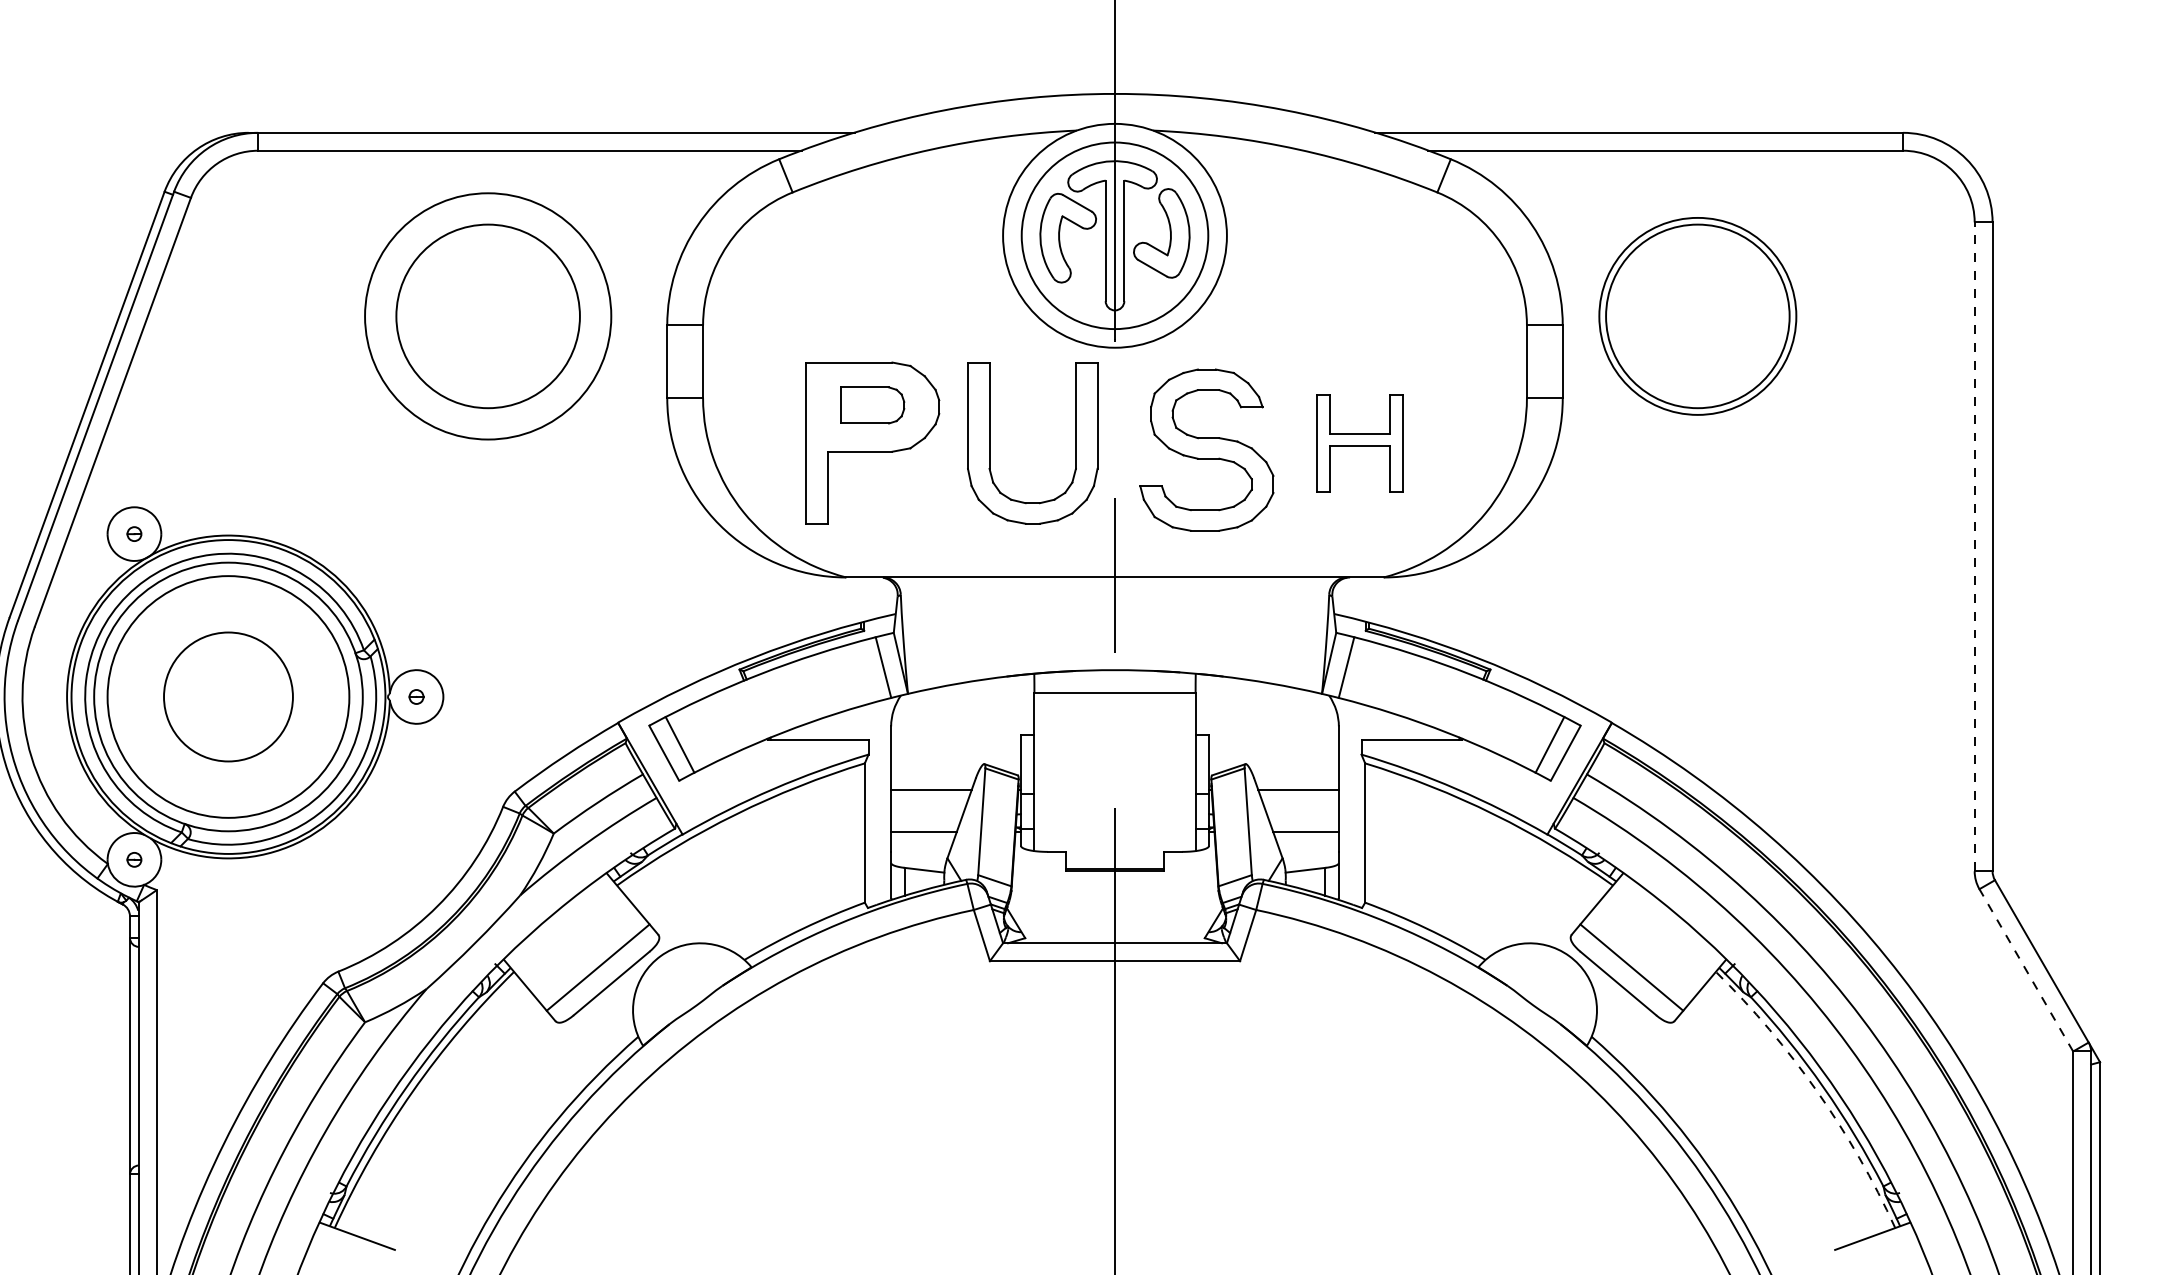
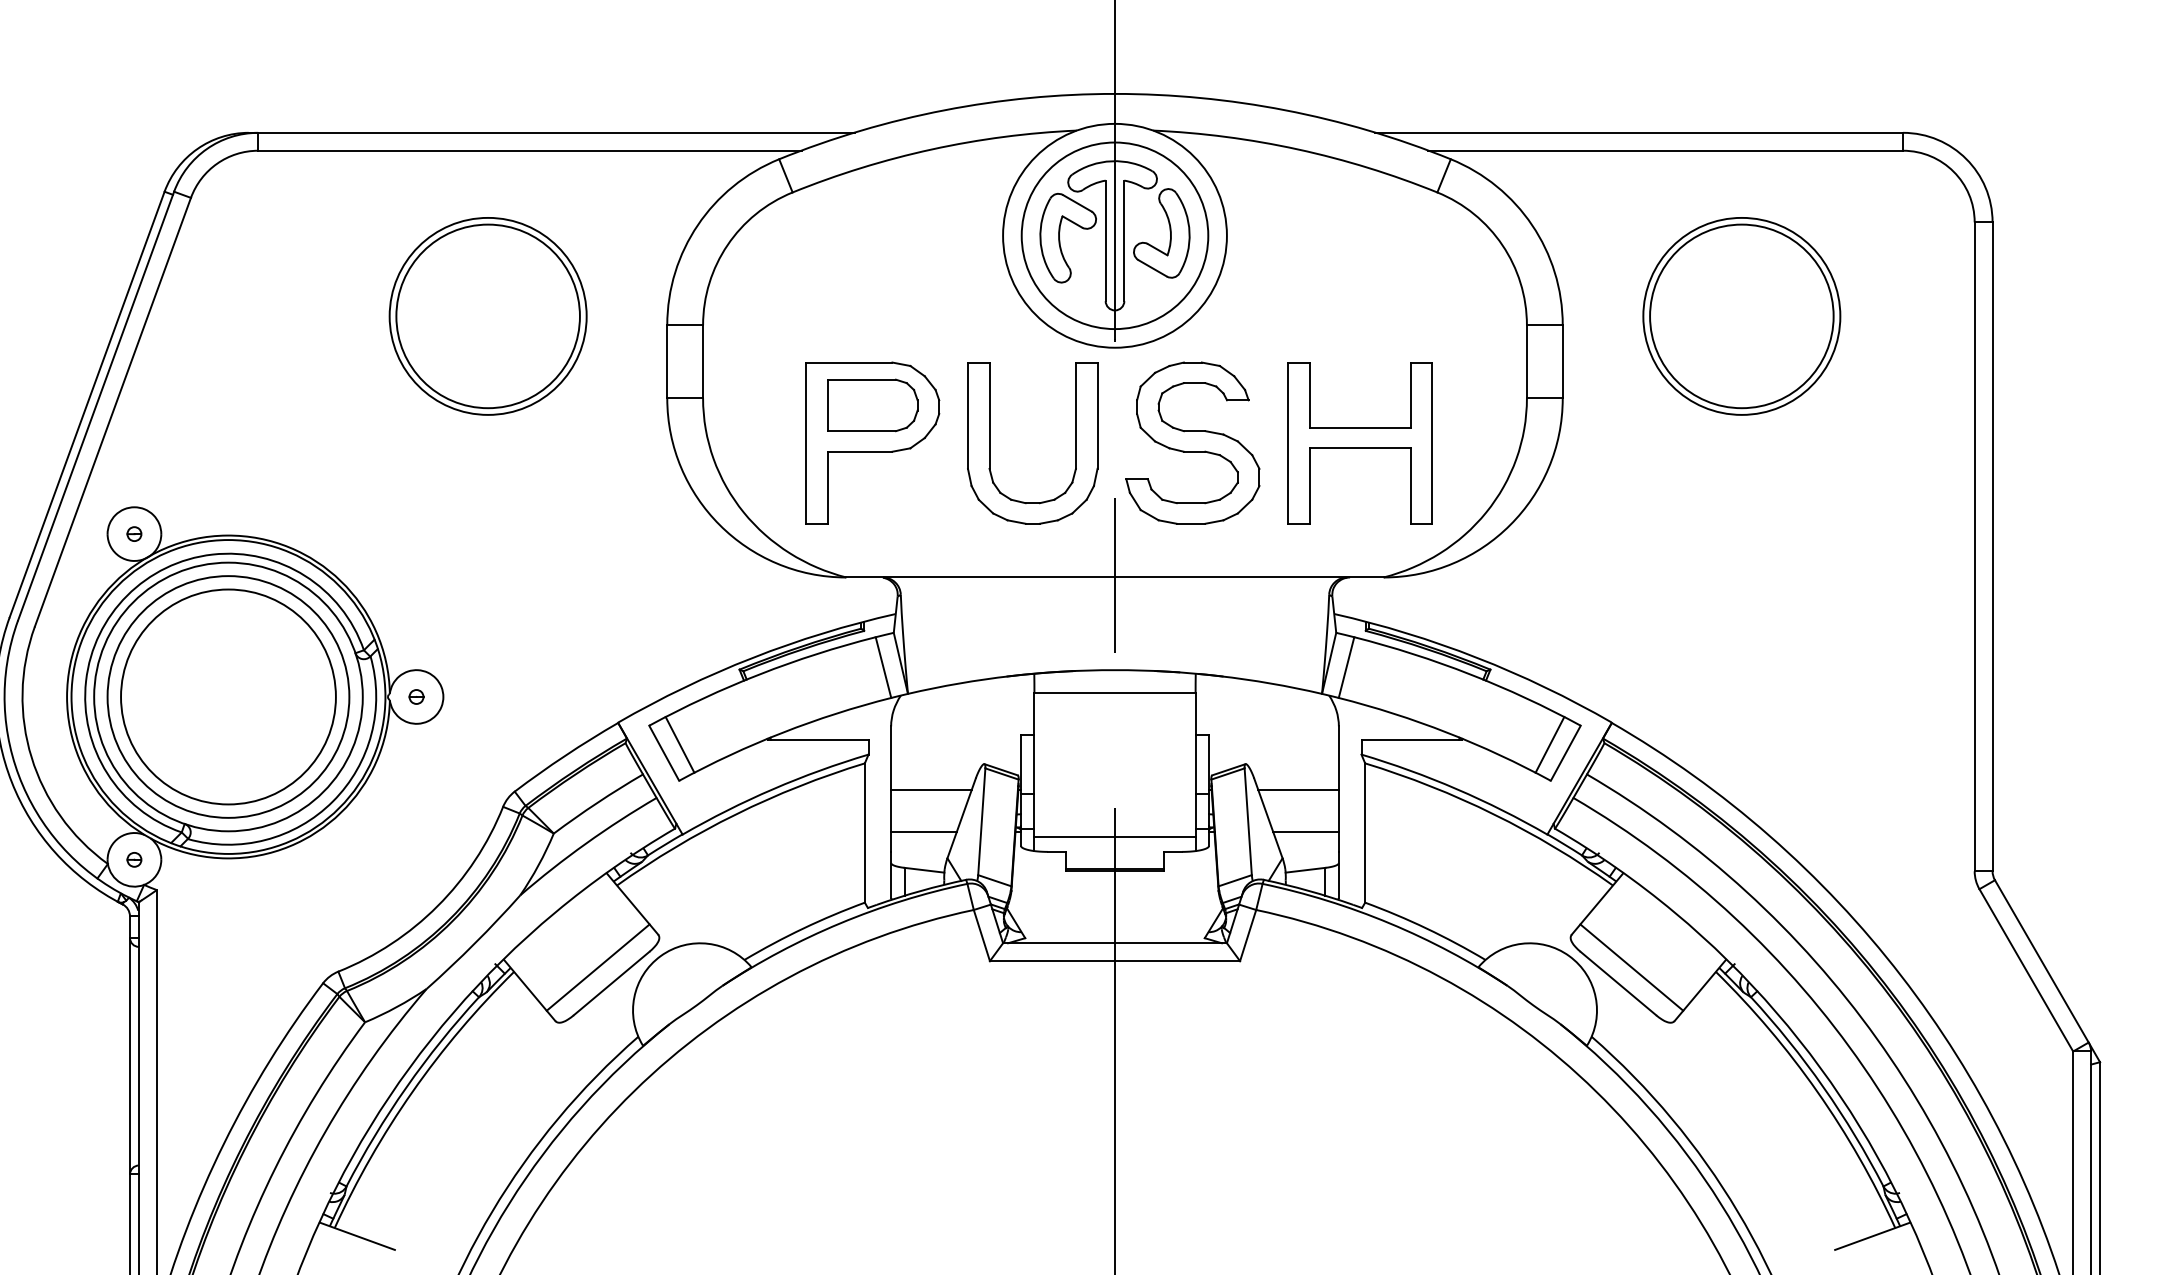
circle at (488, 316) diameter: 246 px -> 197 px
part at (1697, 316) position: (1697, 316) -> (1741, 316)
part at (872, 405) size: 66x39 px -> 92x55 px
part at (1359, 443) size: 88x99 px -> 146x163 px
part at (1206, 449) position: (1206, 449) -> (1192, 442)
line at (1974, 546): dashed -> solid
circle at (228, 696) diameter: 129 px -> 215 px
line at (1114, 837): none -> present
line at (2026, 970): dashed -> solid
arc at (1817, 1091): dashed -> solid
